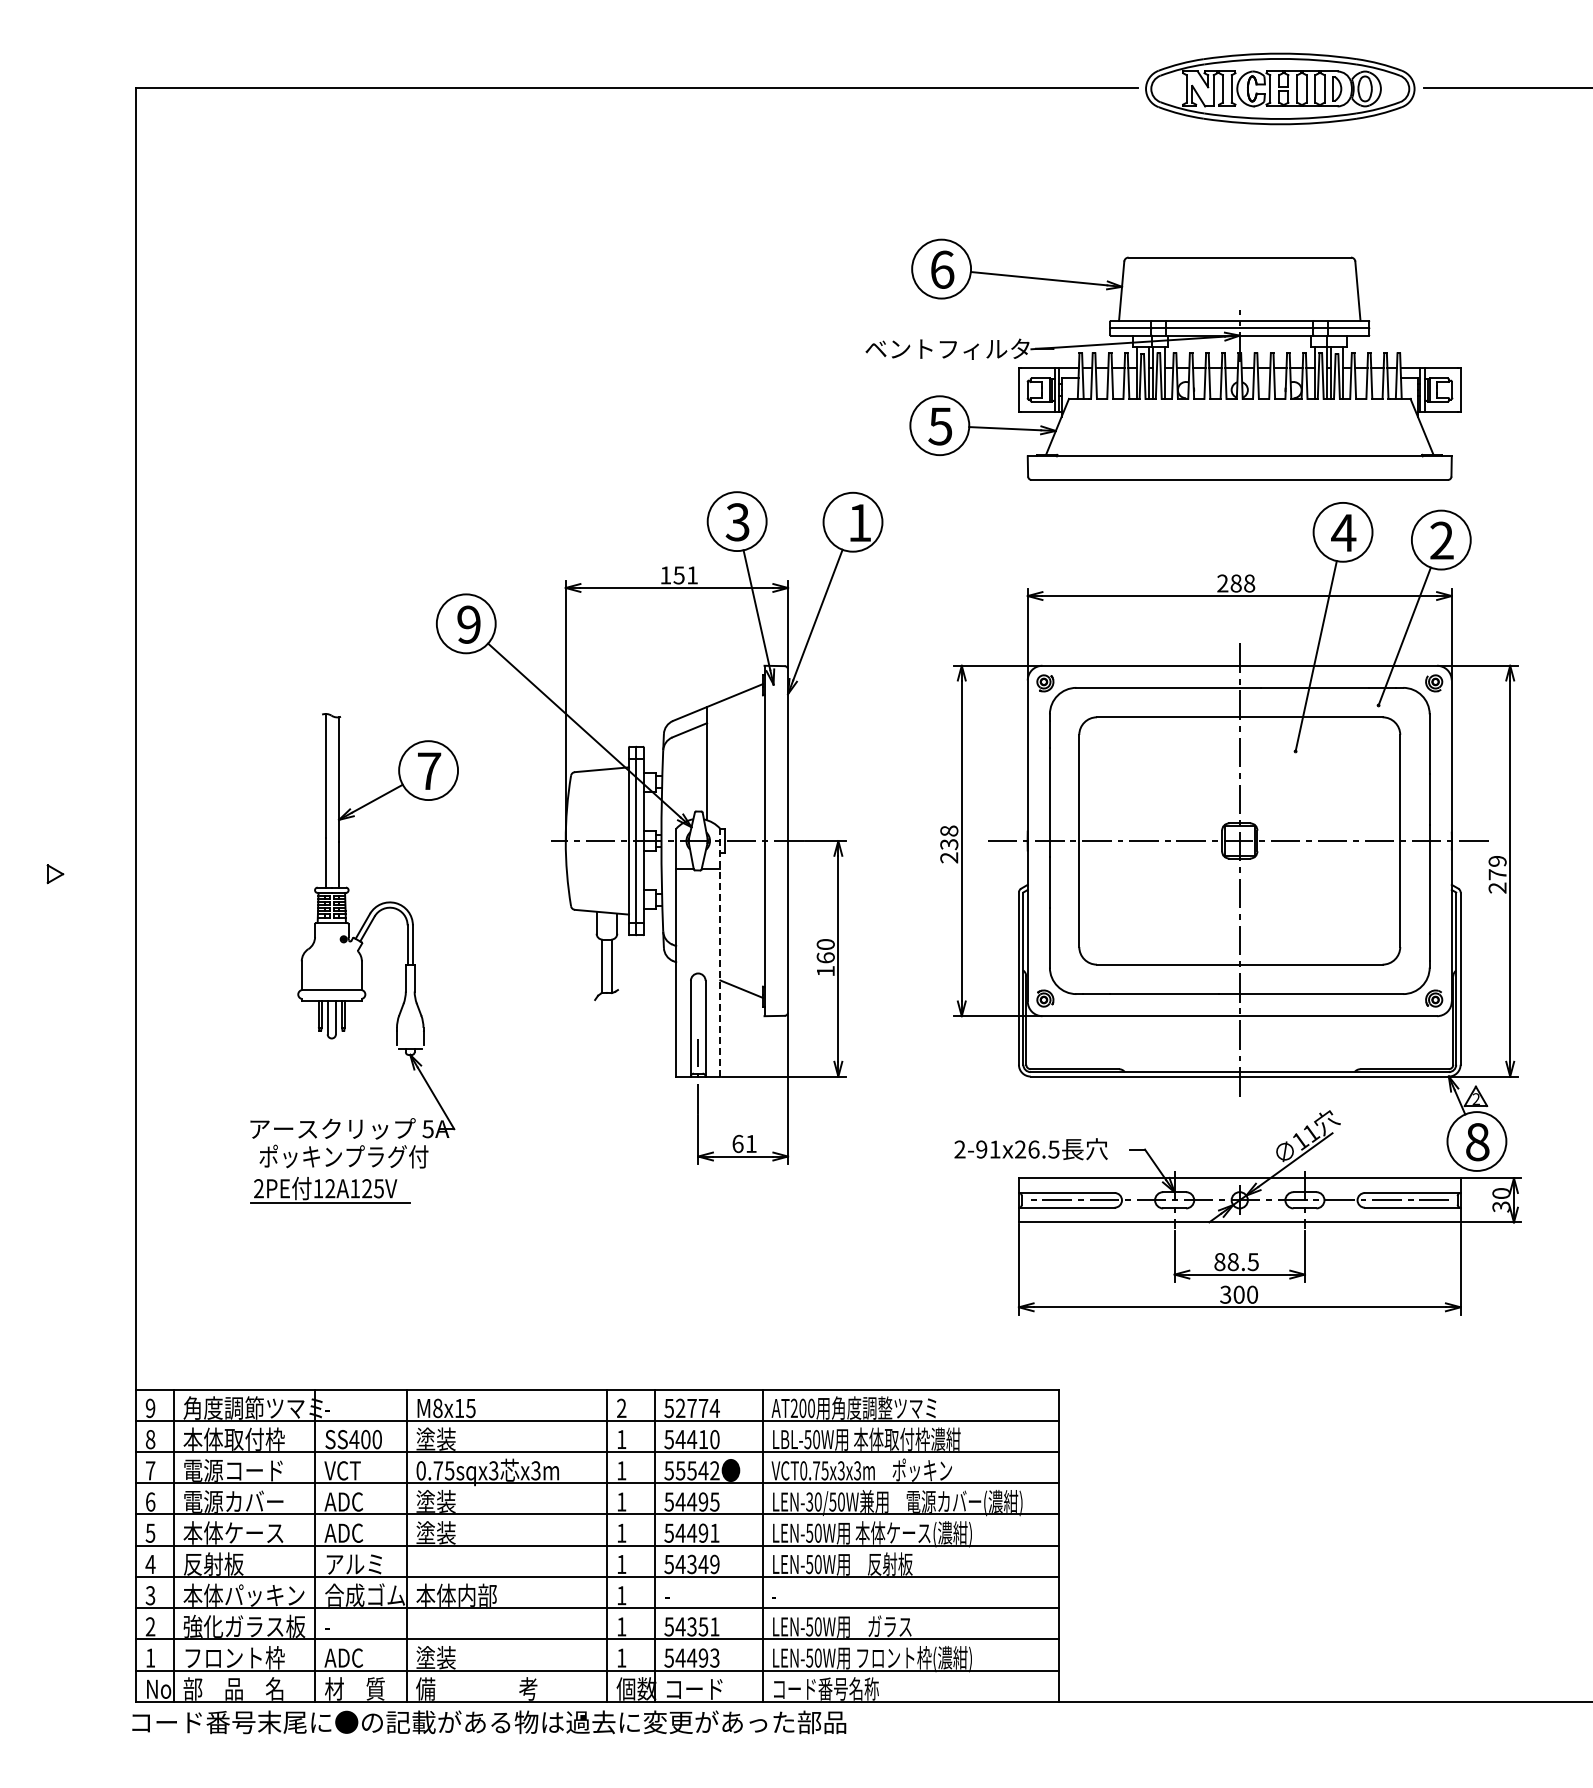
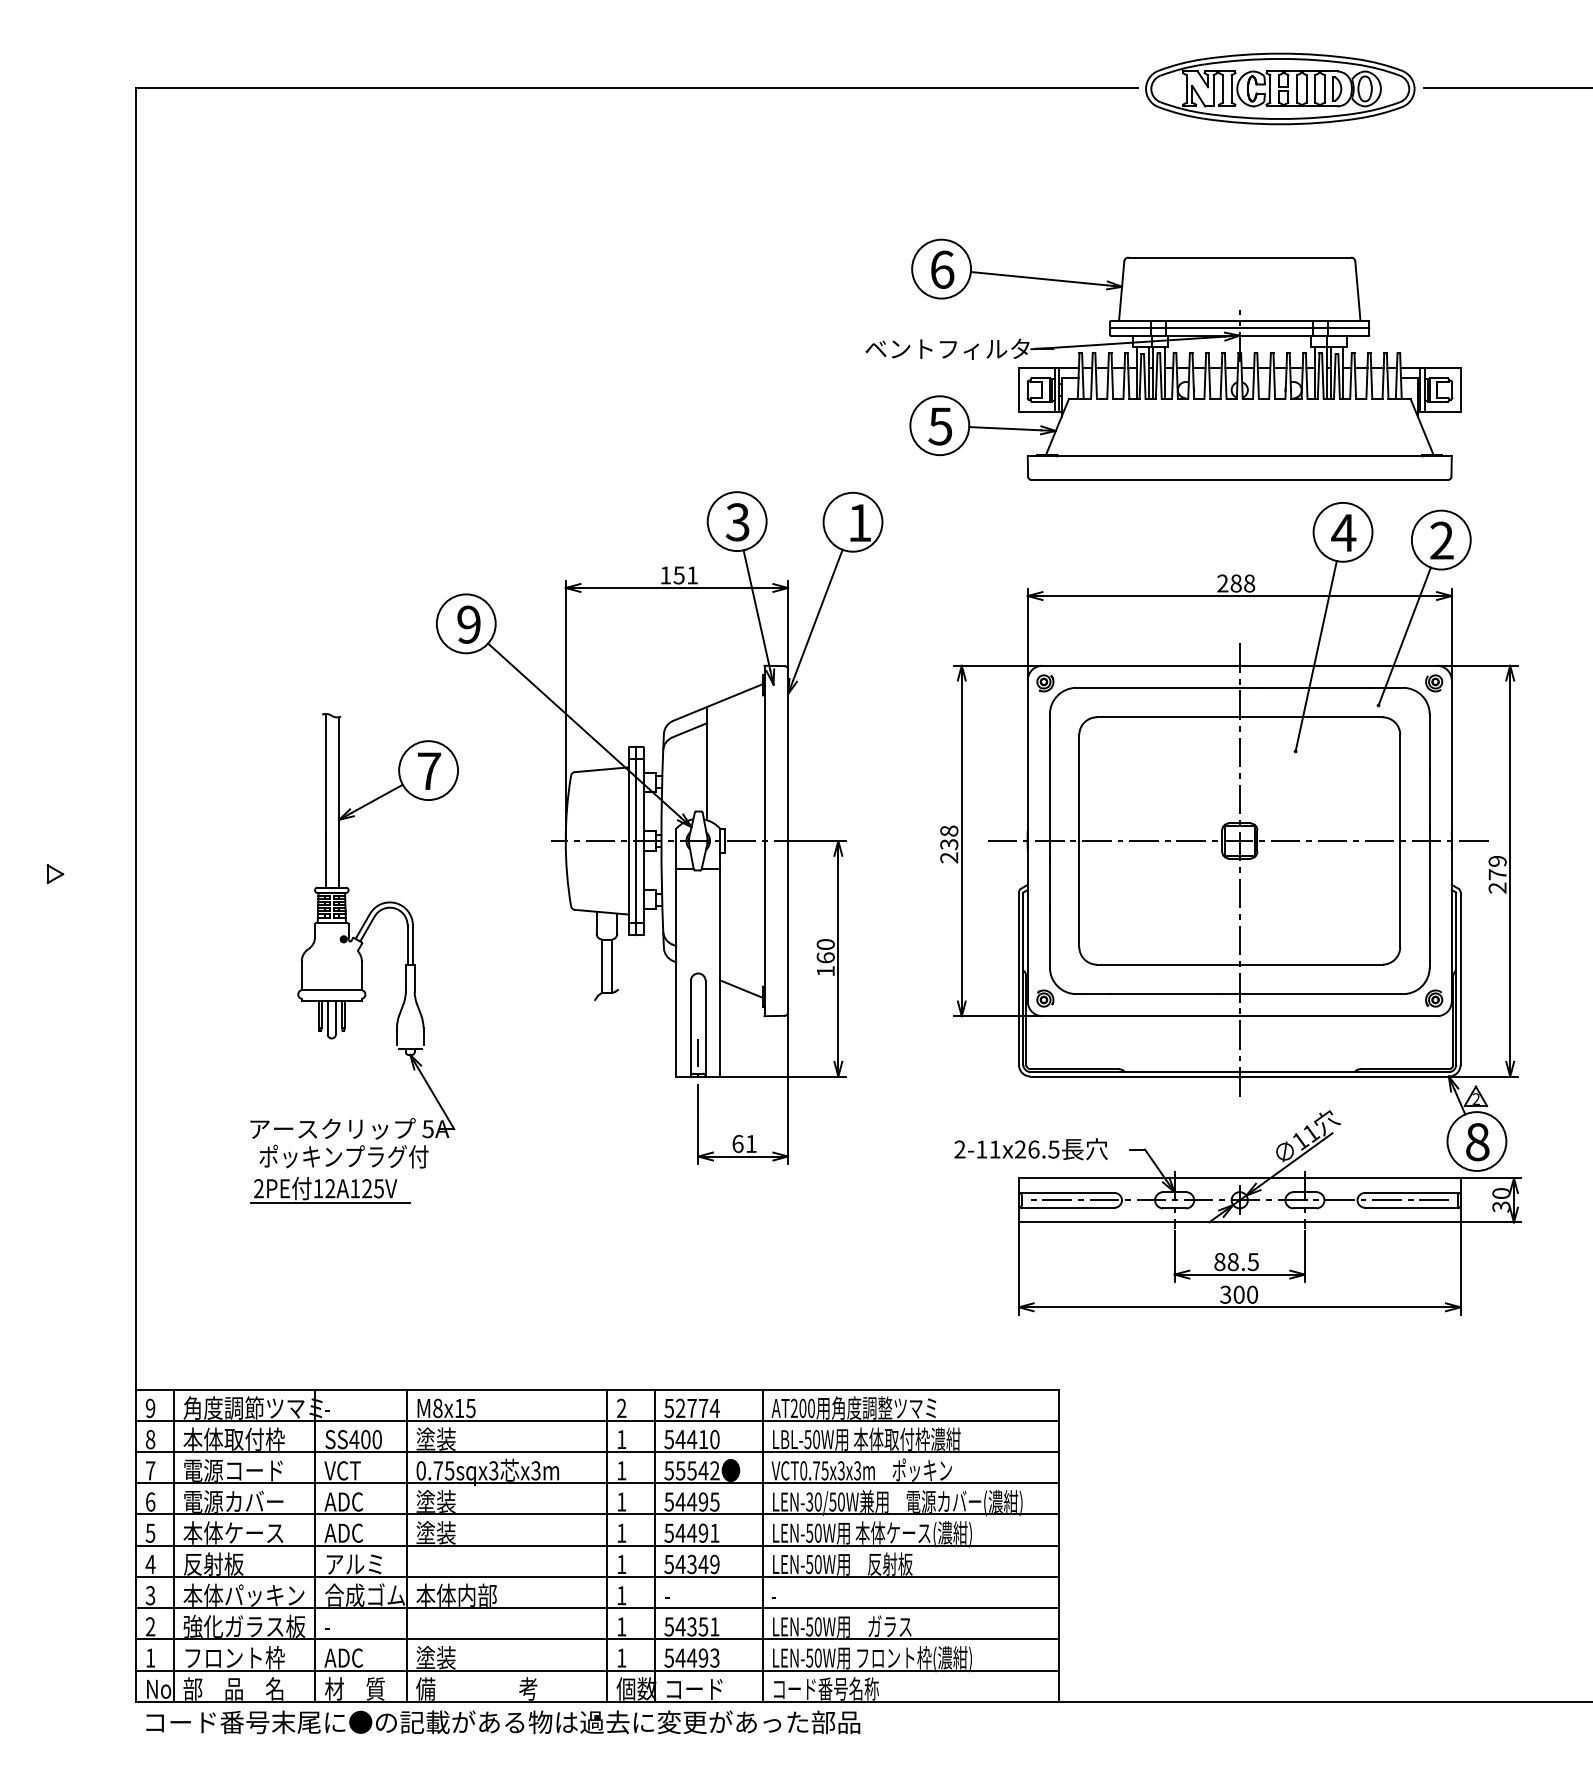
line at (720, 952): dashed -> solid
text at (981, 1149): 2-91x26.5 -> 2-11x26.5
text at (489, 1722) position: (489, 1722) -> (503, 1722)
